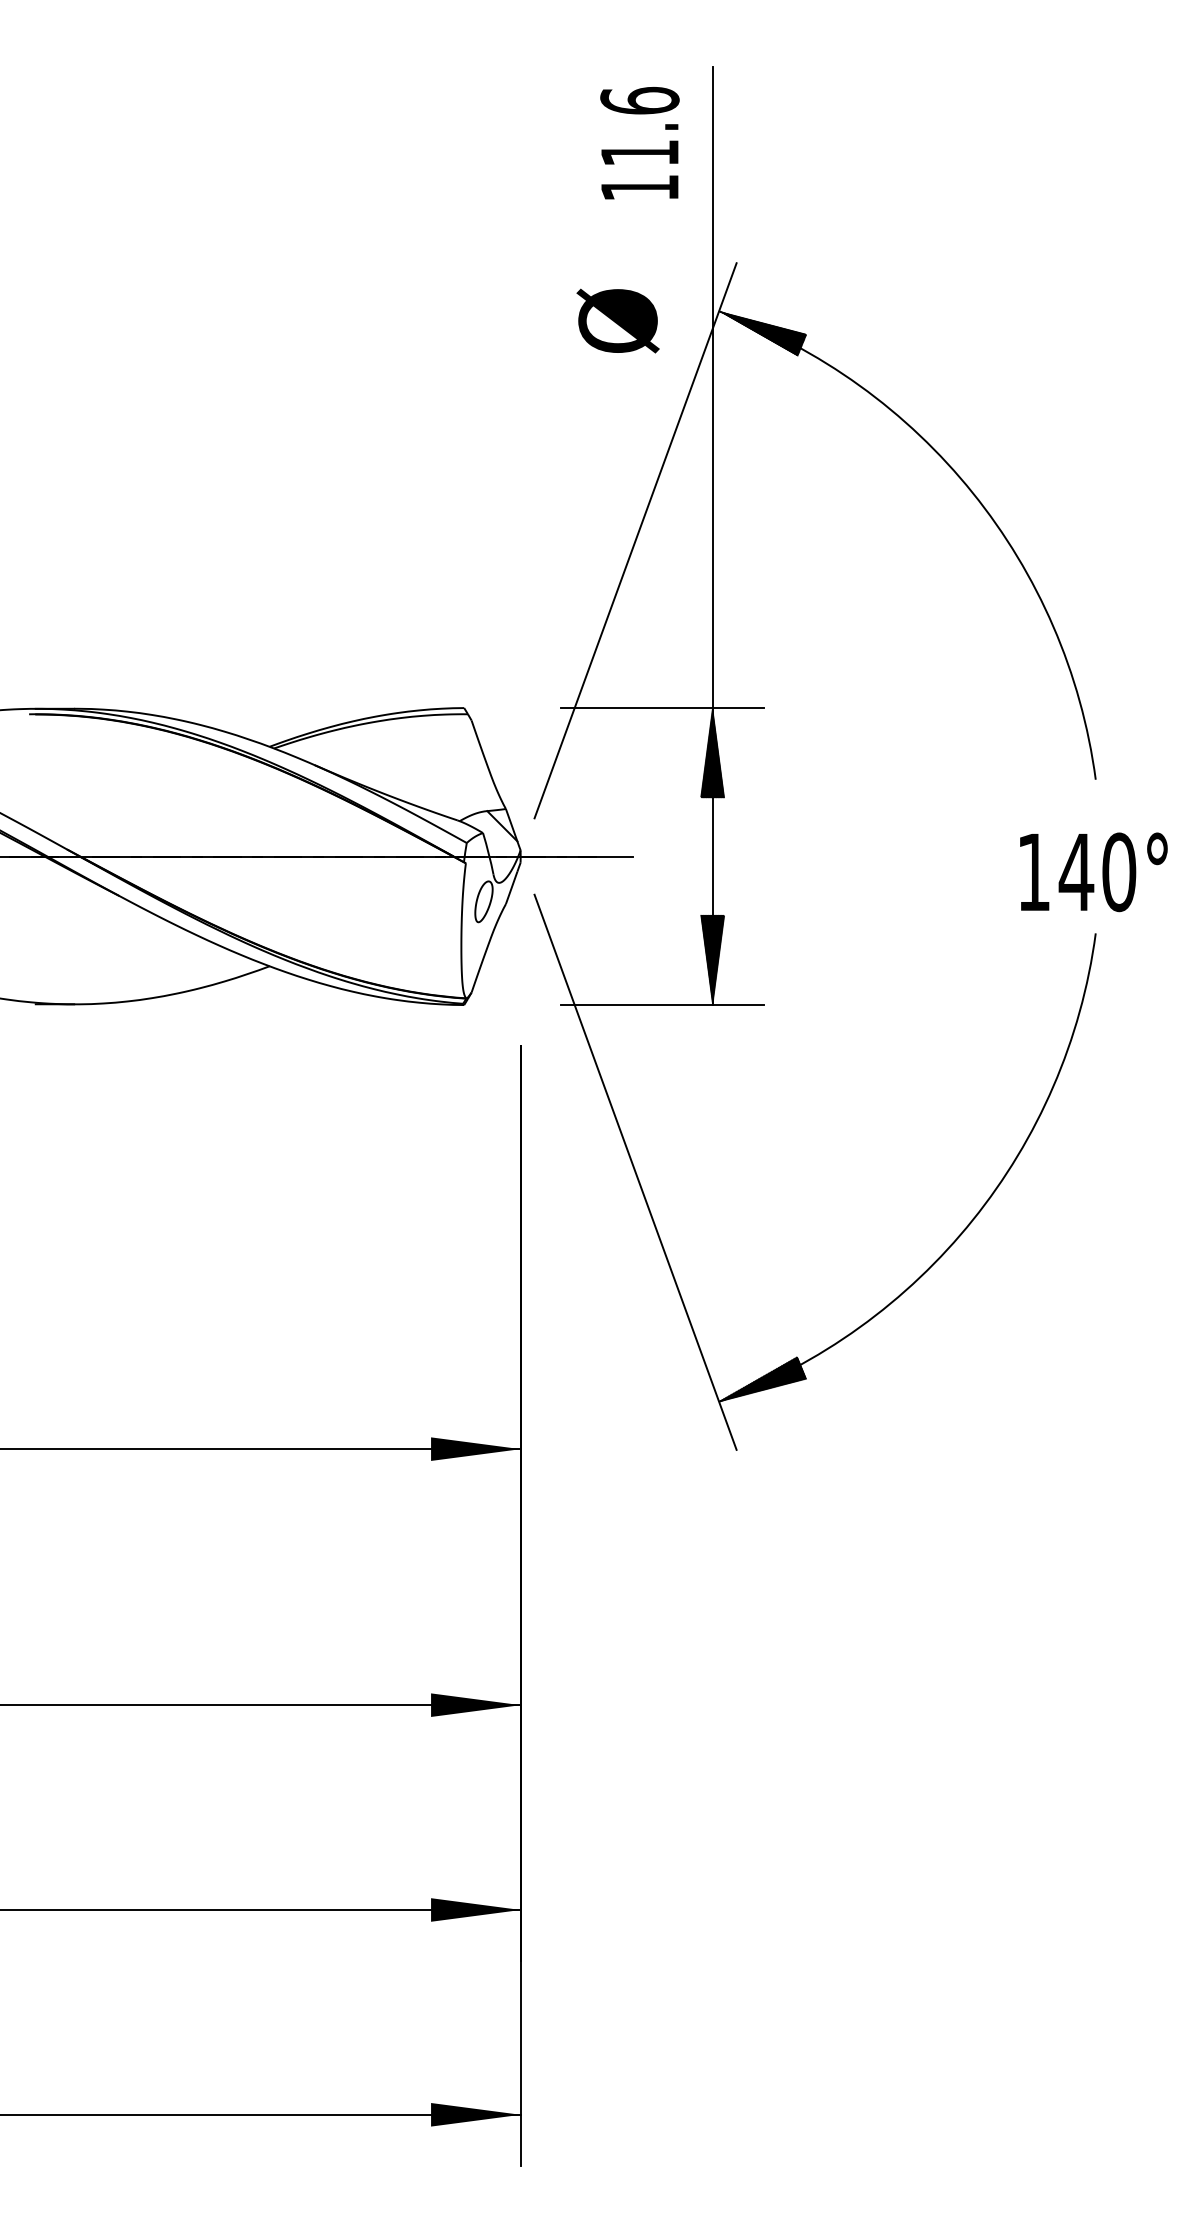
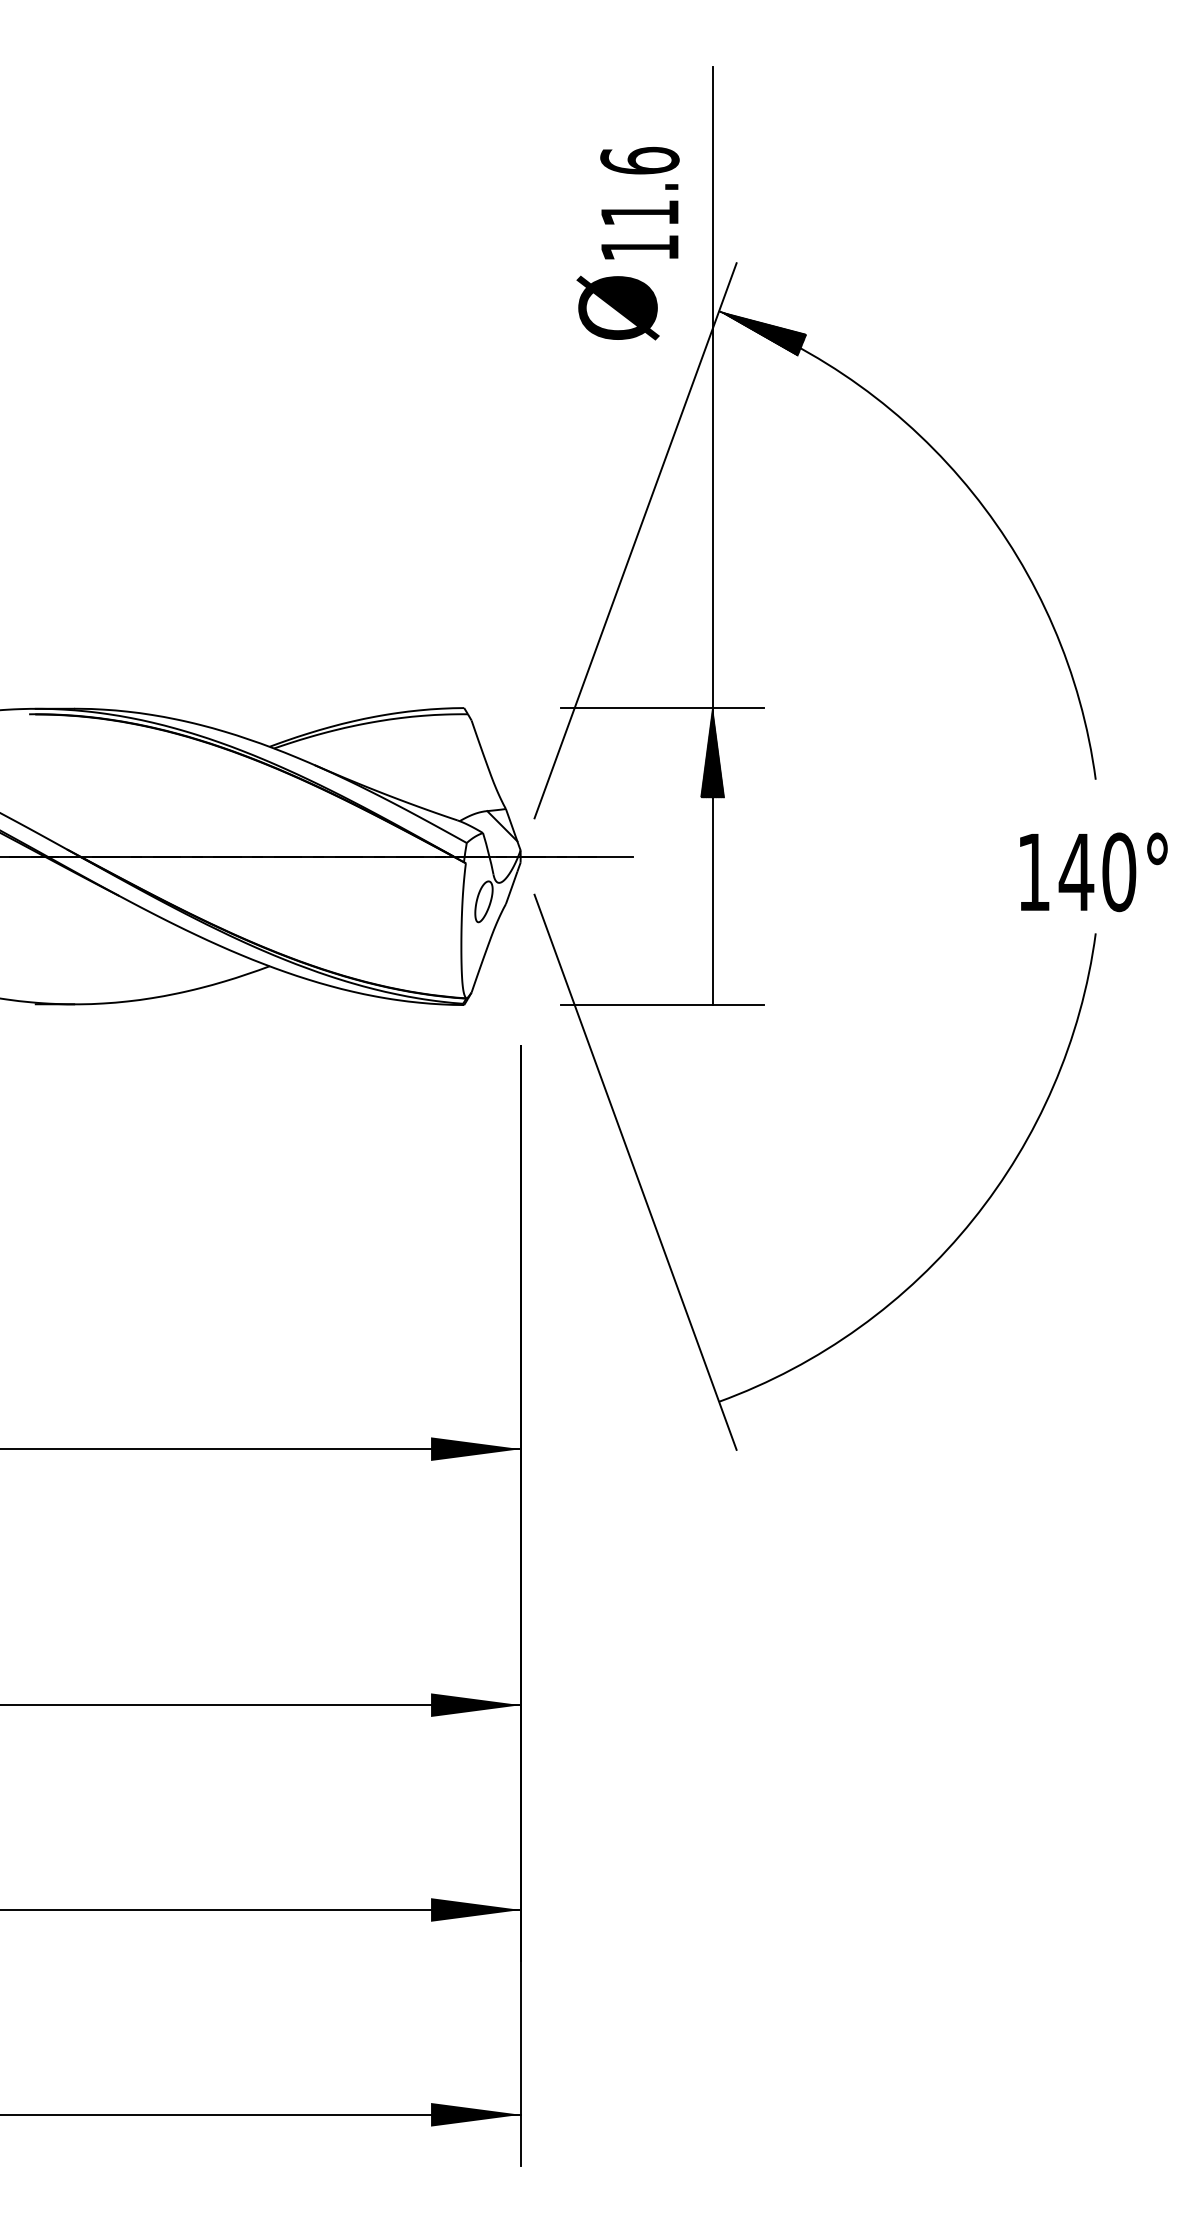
text at (639, 143) position: (639, 143) -> (639, 203)
text at (617, 320) position: (617, 320) -> (617, 307)
hatch at (712, 959): present -> none
hatch at (762, 1379): present -> none
